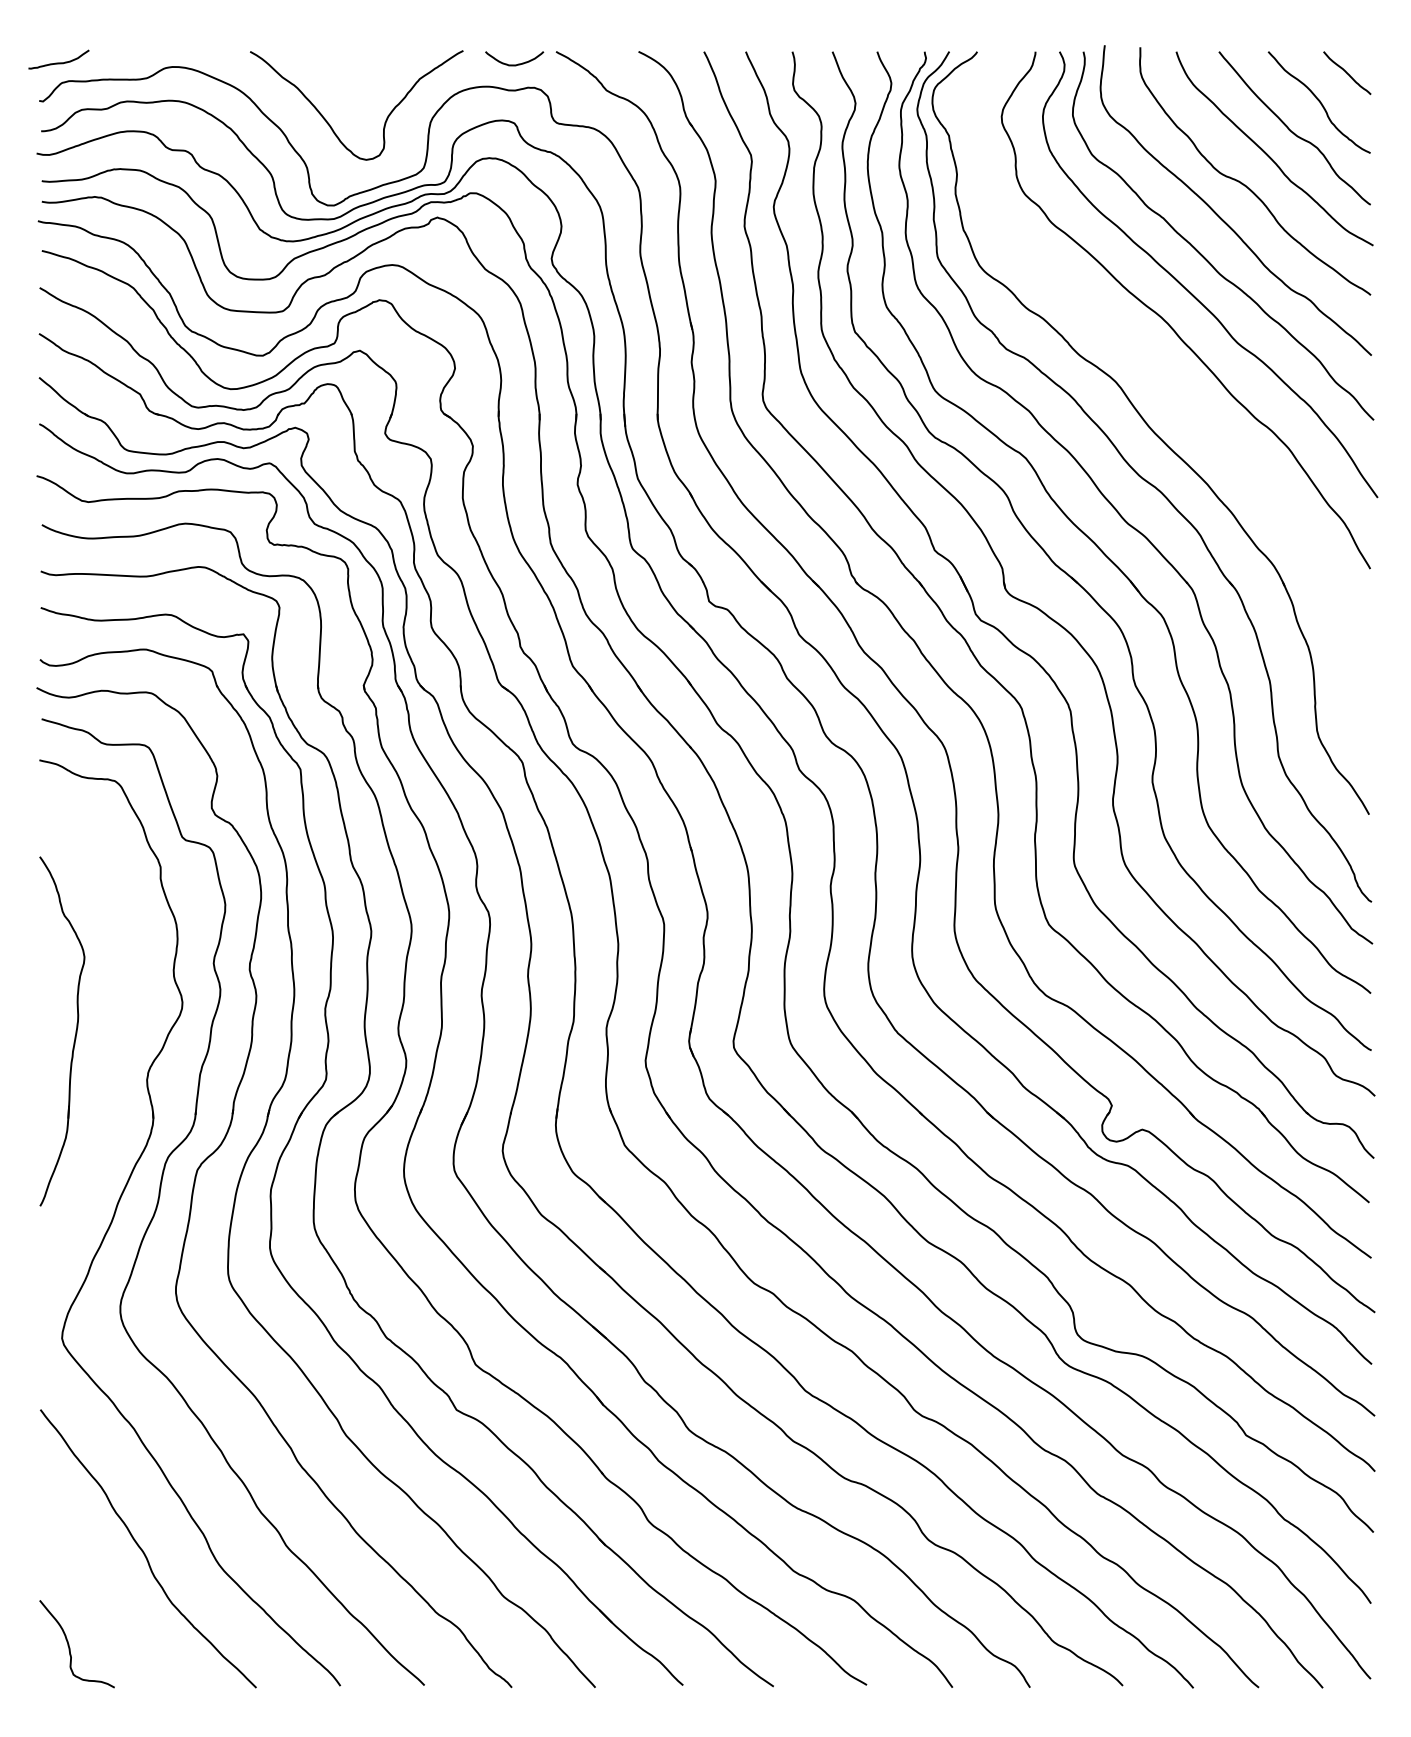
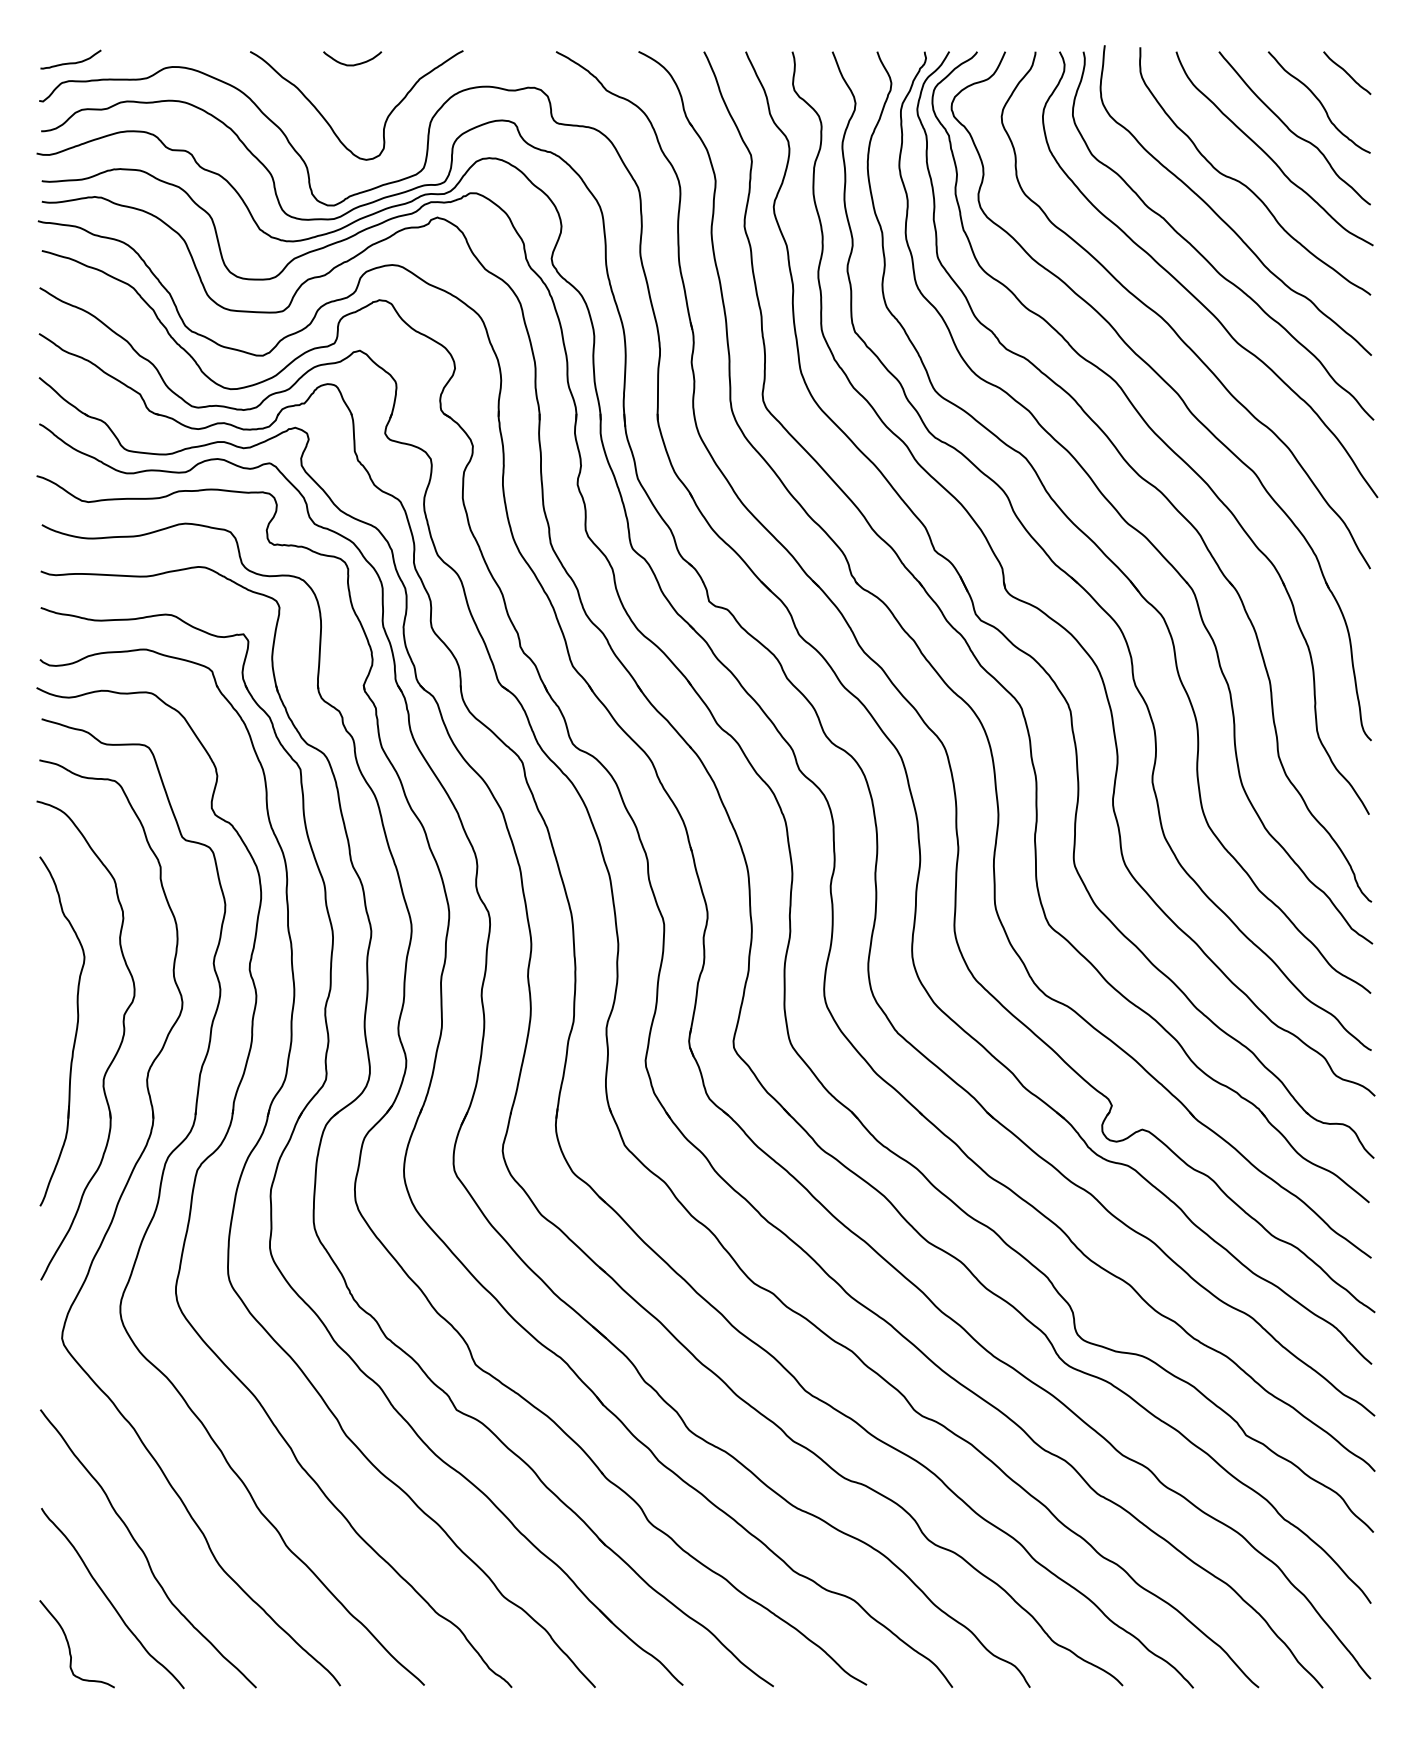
curve at (58, 62) position: (58, 62) -> (70, 62)
curve at (514, 64) position: (514, 64) -> (352, 64)
part at (1169, 387): none -> present
part at (114, 1055): none -> present
curve at (110, 1600): none -> present
